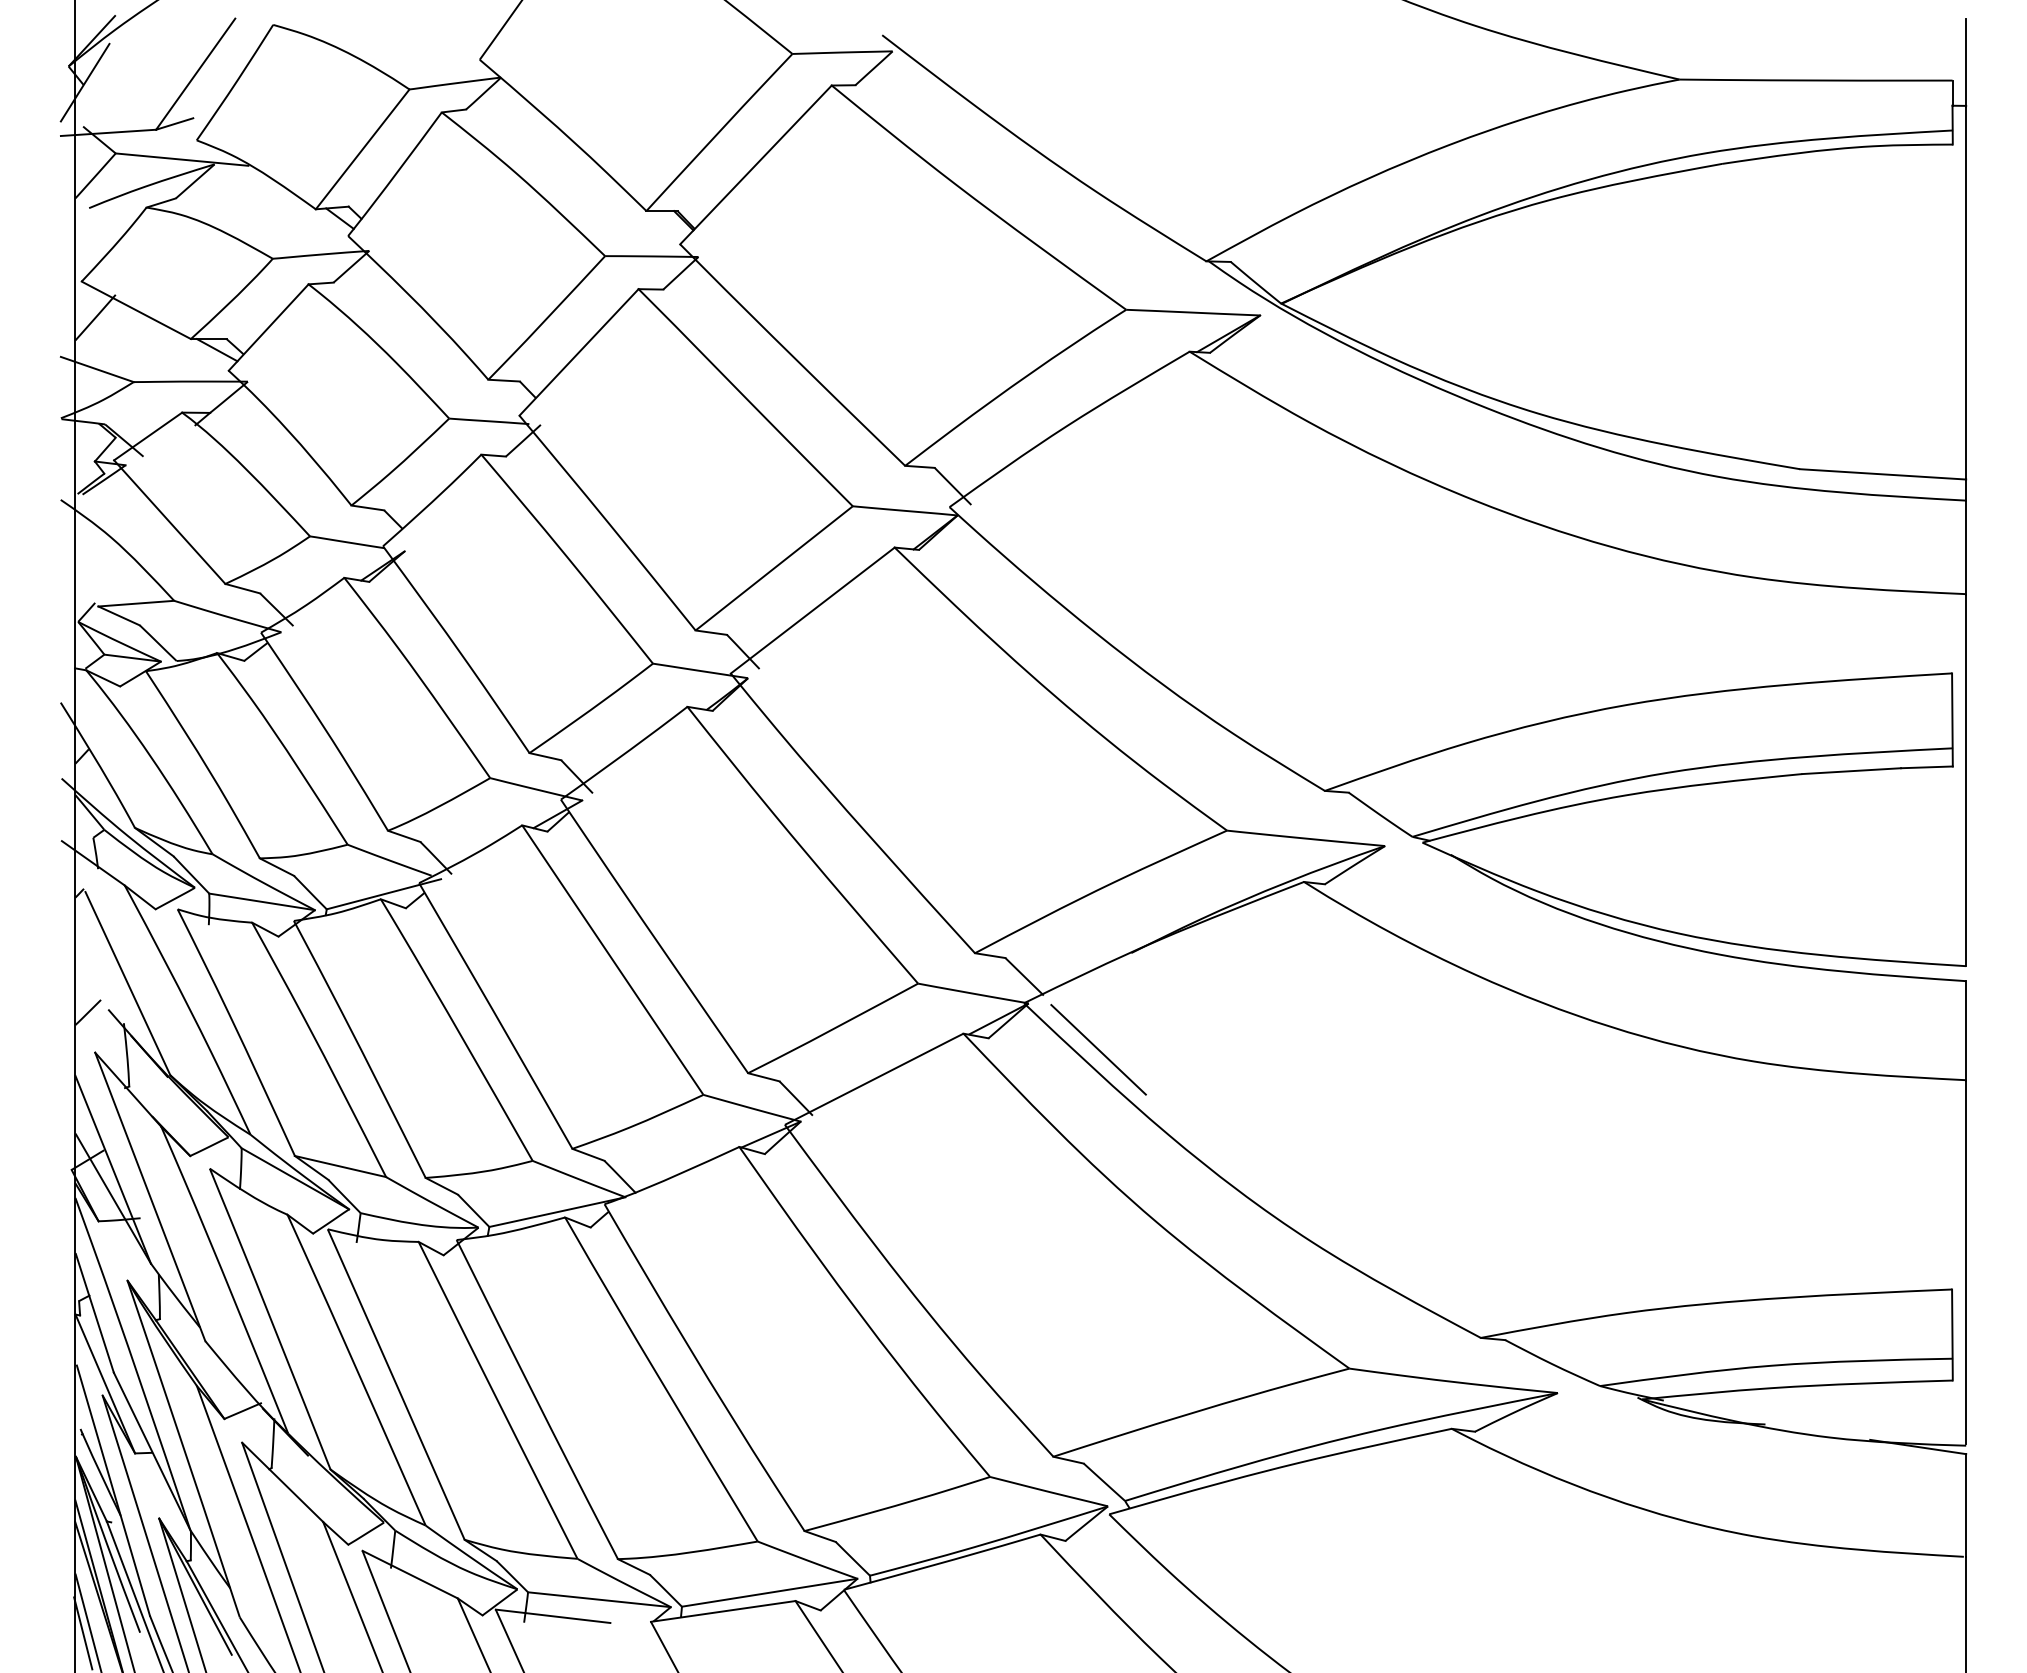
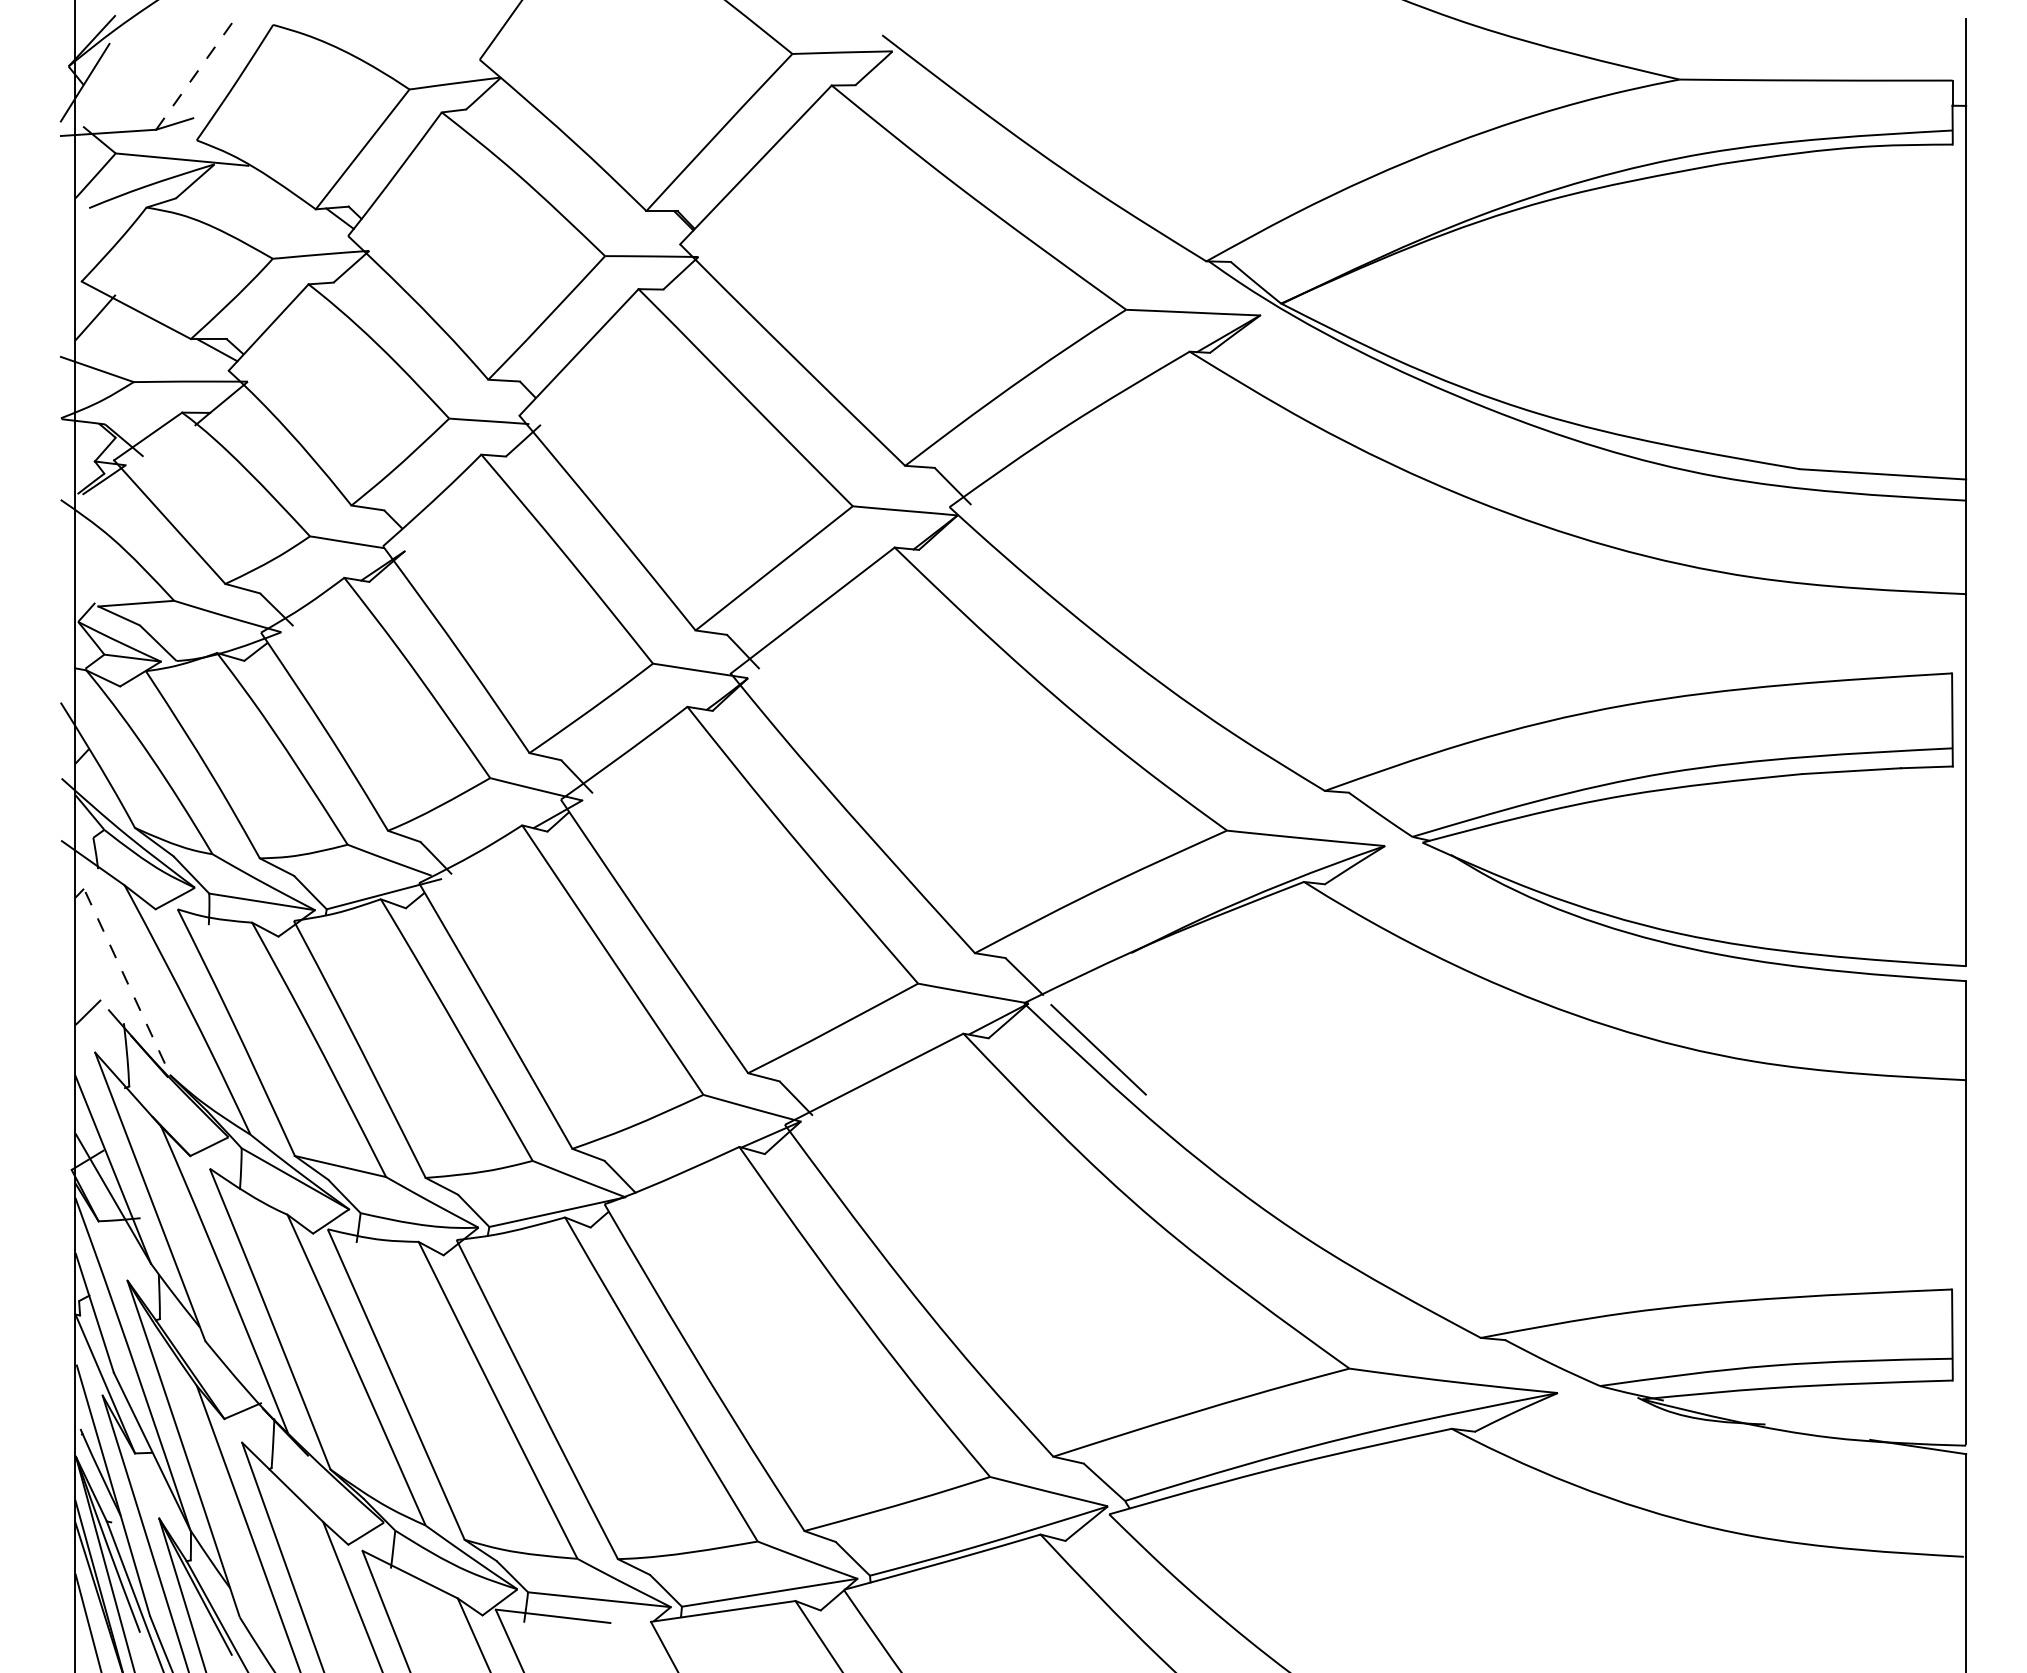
line at (196, 73): solid -> dashed
line at (128, 984): solid -> dashed
line at (83, 1633): present -> none
